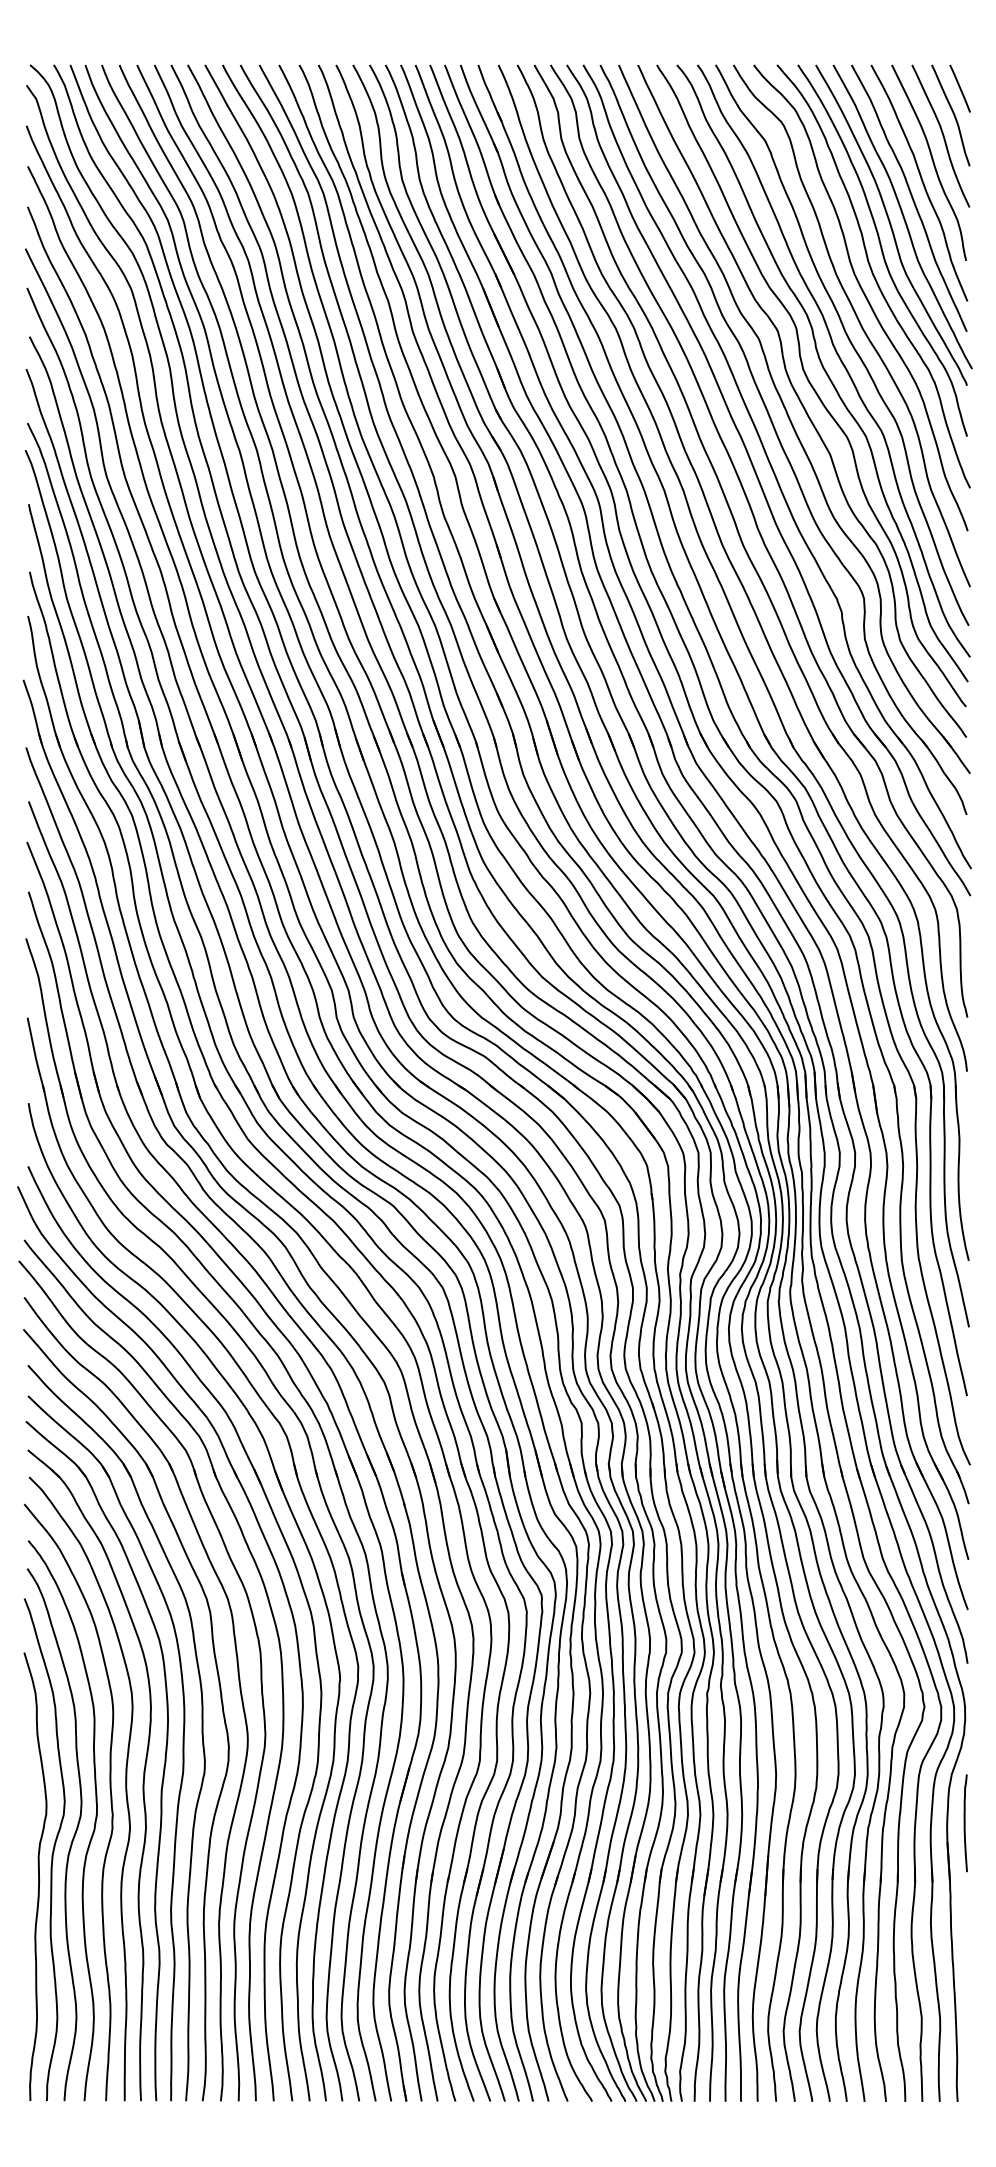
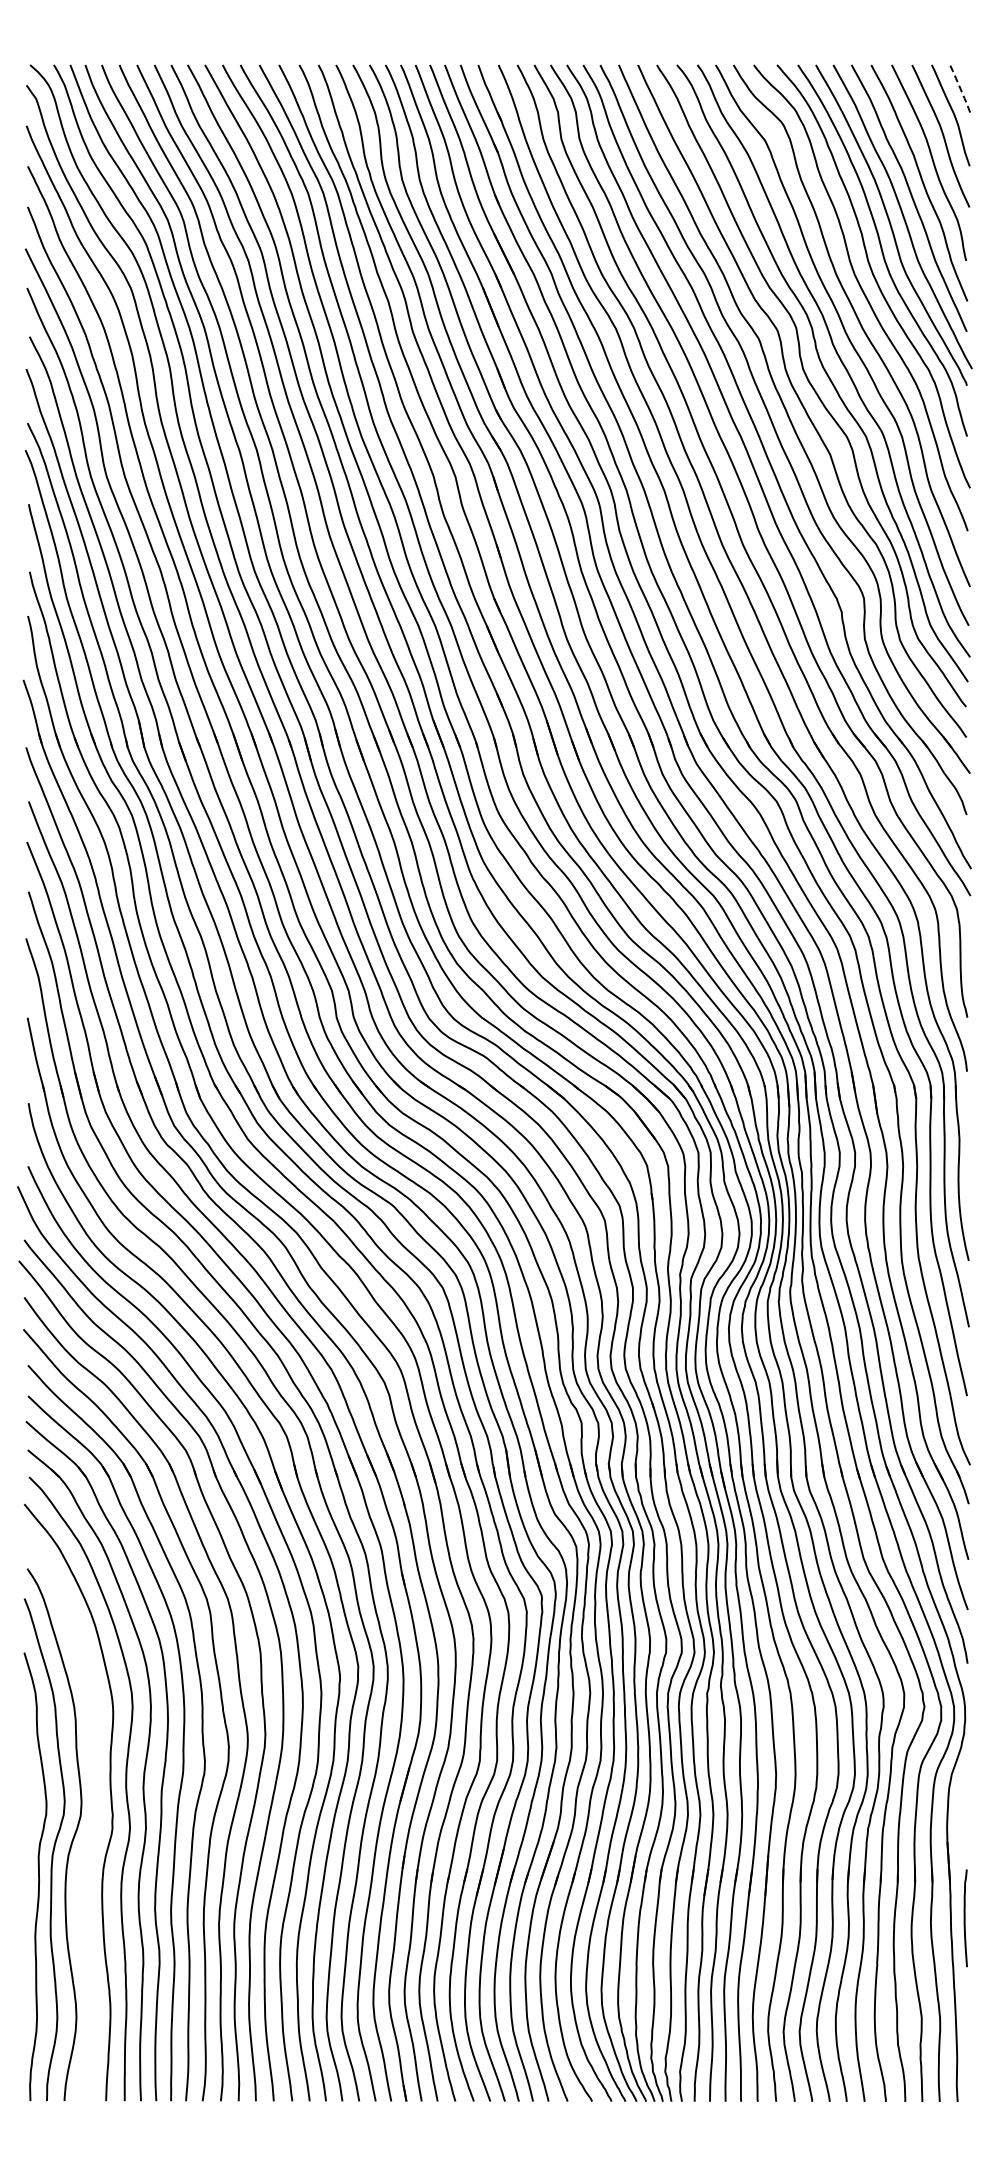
line at (960, 87): solid -> dashed
curve at (965, 1823) position: (965, 1823) -> (965, 1918)
curve at (93, 1827): present -> none
